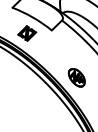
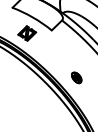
part at (76, 77) size: 19x20 px -> 12x14 px
